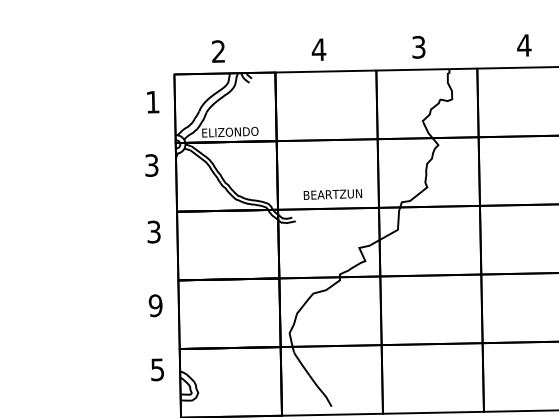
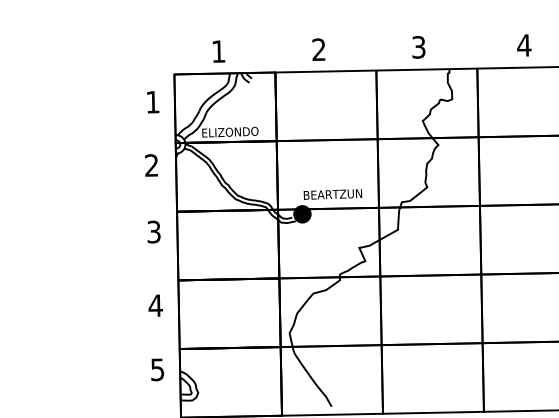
text at (318, 49): 4 -> 2
text at (218, 51): 2 -> 1
text at (151, 165): 3 -> 2
fill at (302, 214): none -> present
text at (155, 305): 9 -> 4
